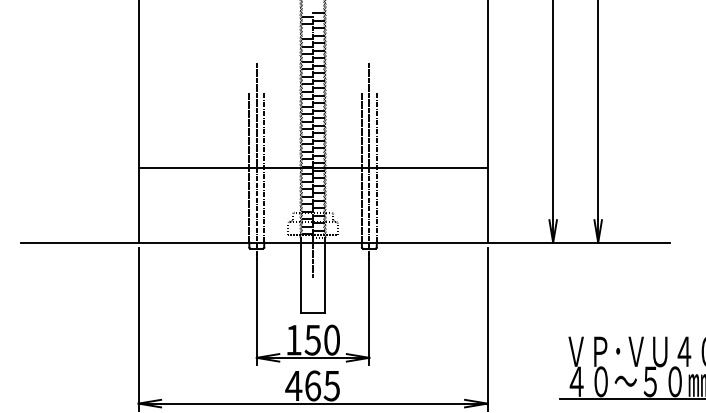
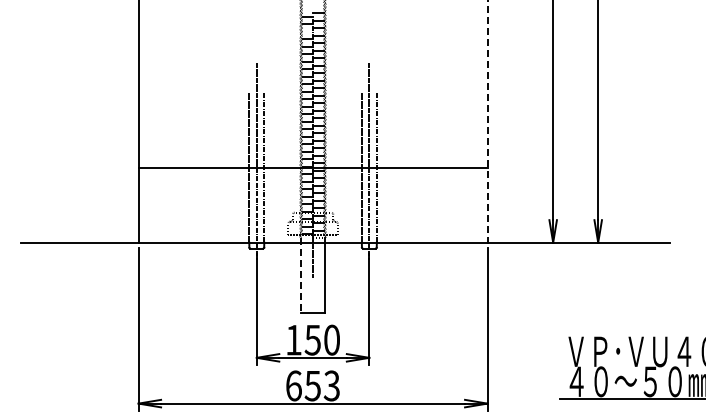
line at (487, 121): solid -> dashed
line at (301, 275): solid -> dashed
text at (312, 385): 465 -> 653
